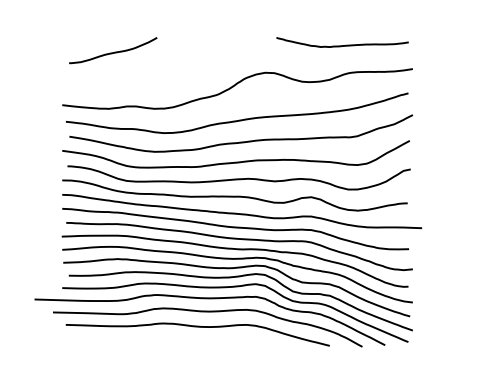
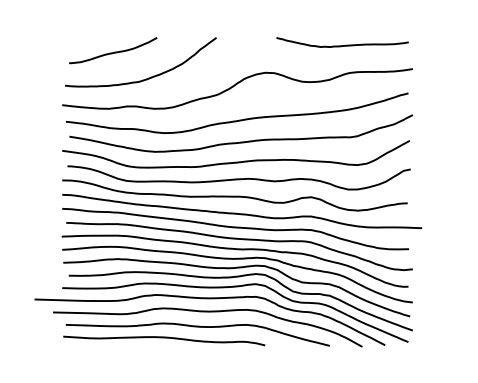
curve at (145, 78): none -> present
curve at (164, 338): none -> present
